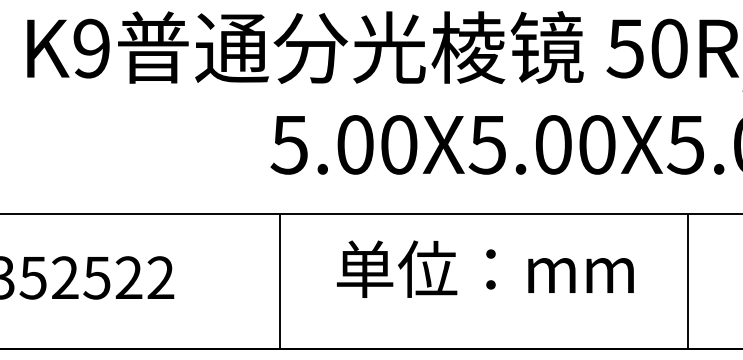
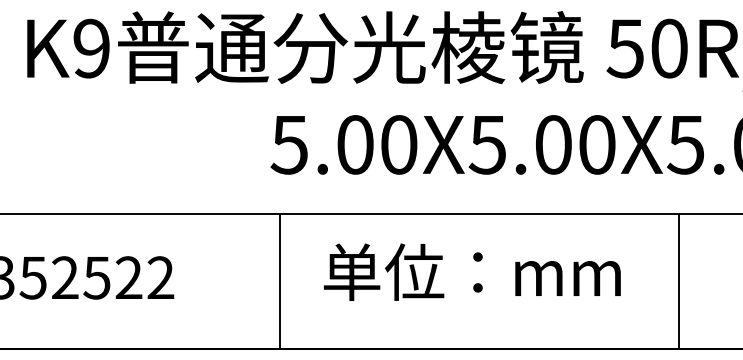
text at (485, 268) position: (485, 268) -> (472, 271)
line at (687, 281) position: (687, 281) -> (678, 281)
